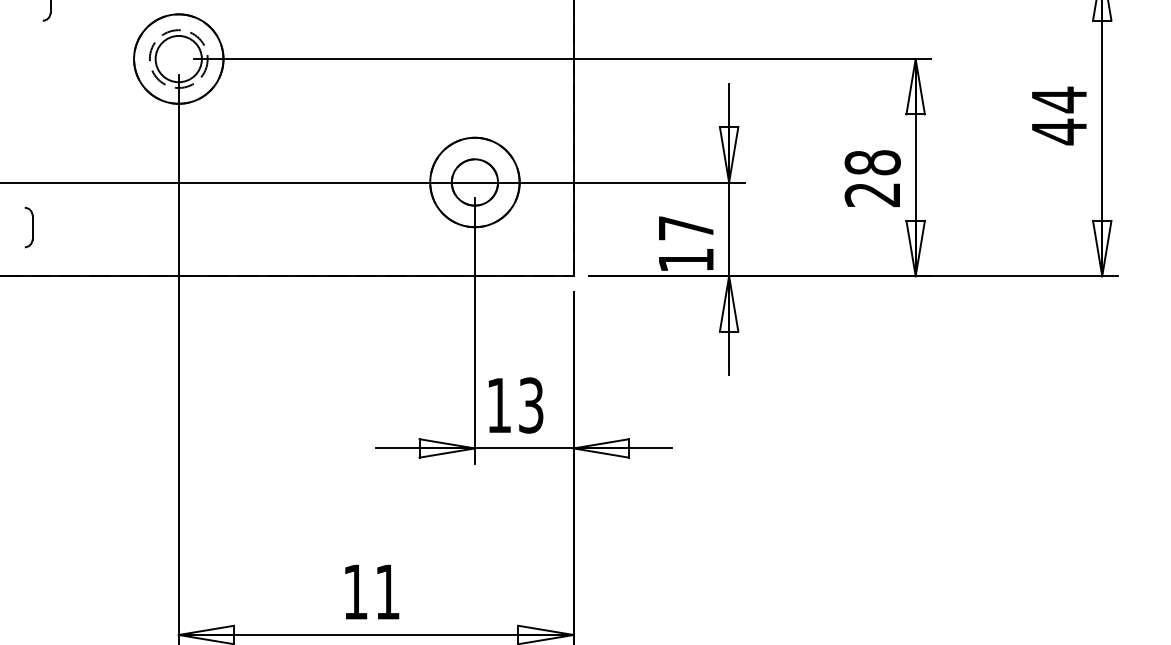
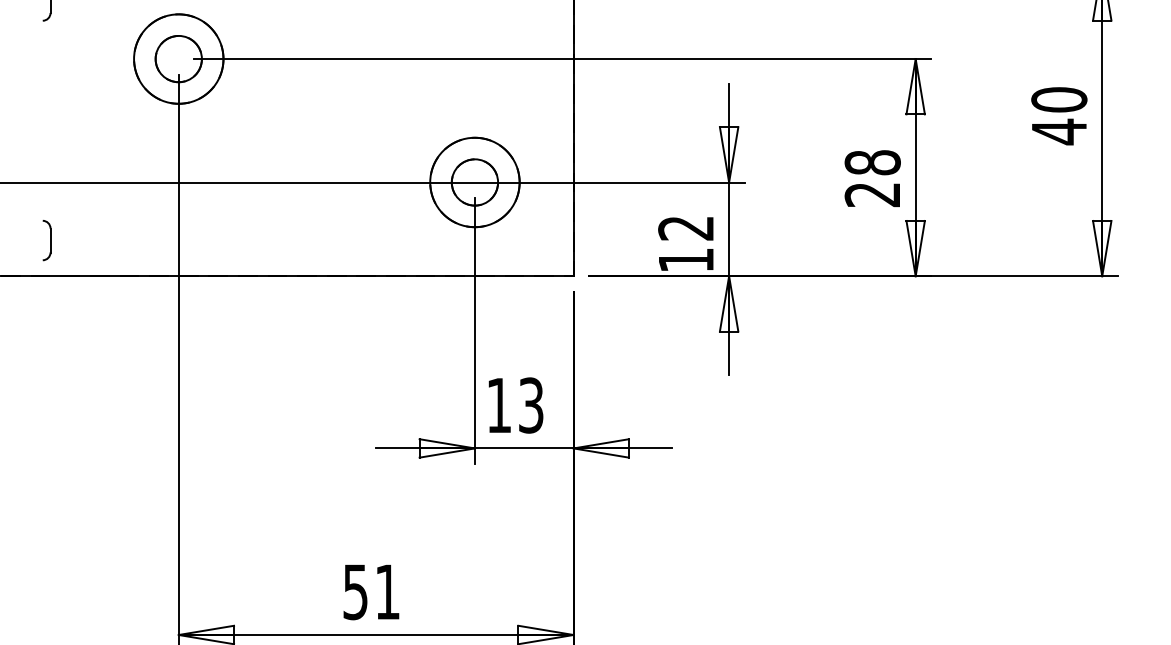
circle at (178, 59) diameter: 58 px -> 46 px
text at (1059, 99): 44 -> 40
part at (28, 227) position: (28, 227) -> (46, 240)
text at (685, 228): 17 -> 12
text at (355, 592): 11 -> 51
